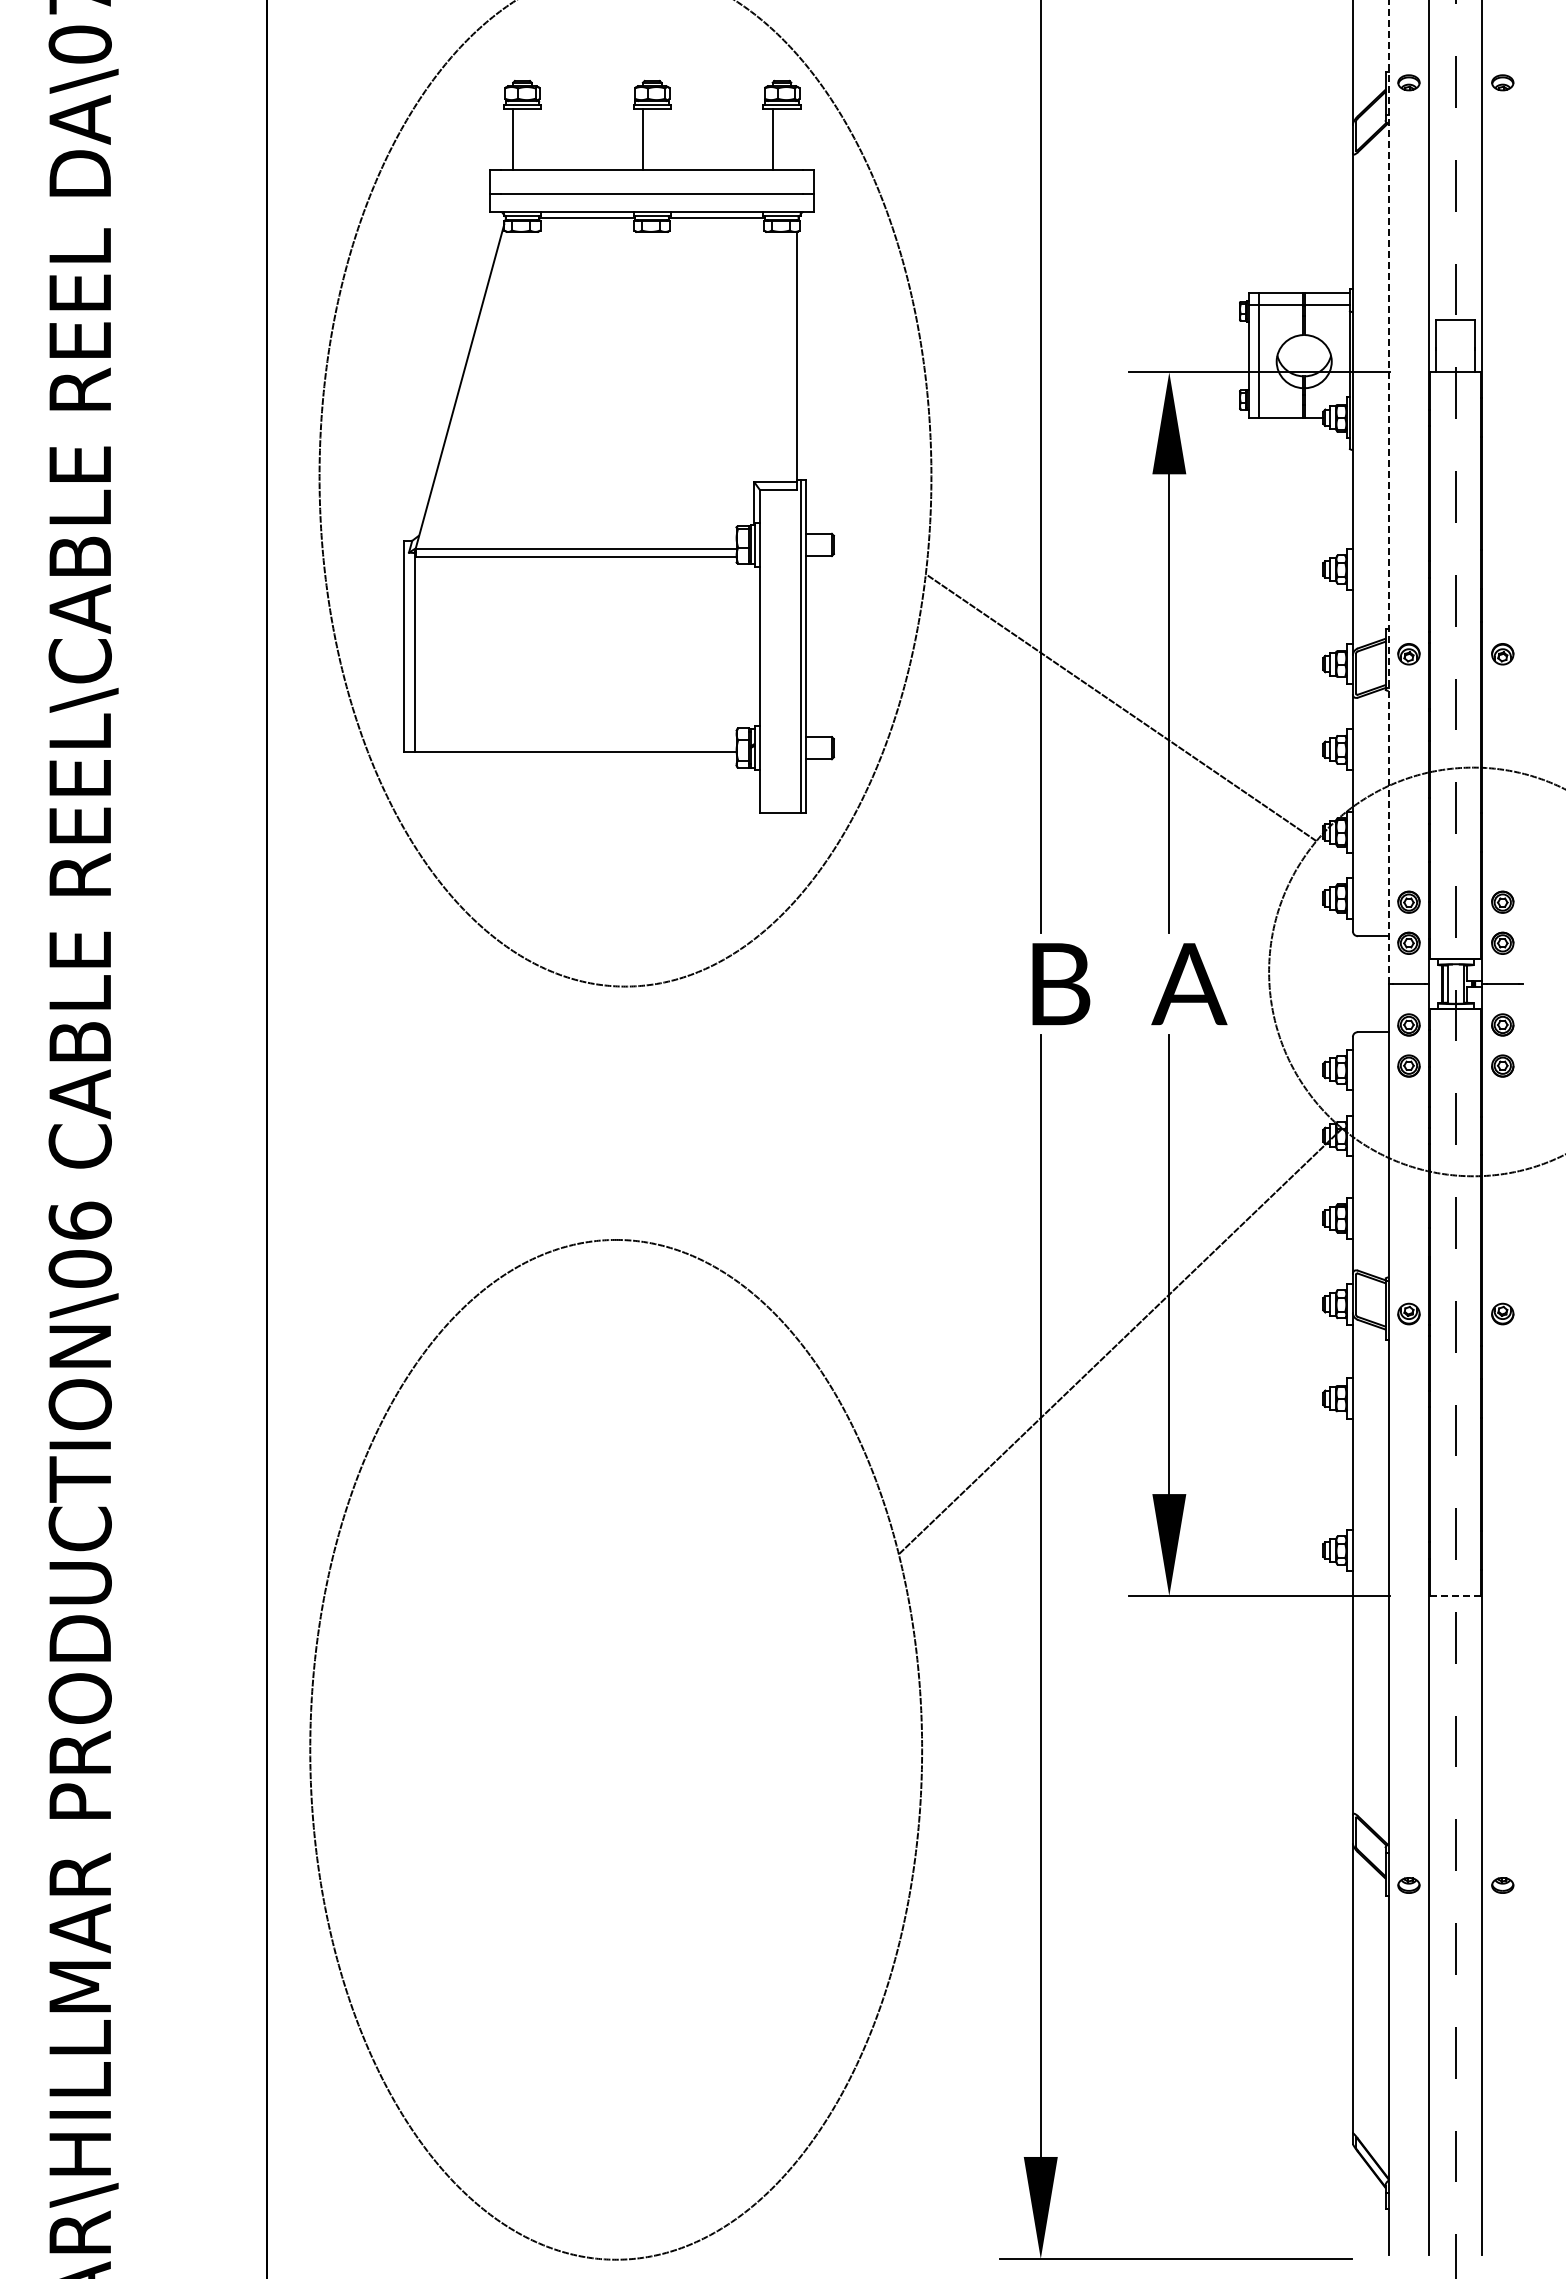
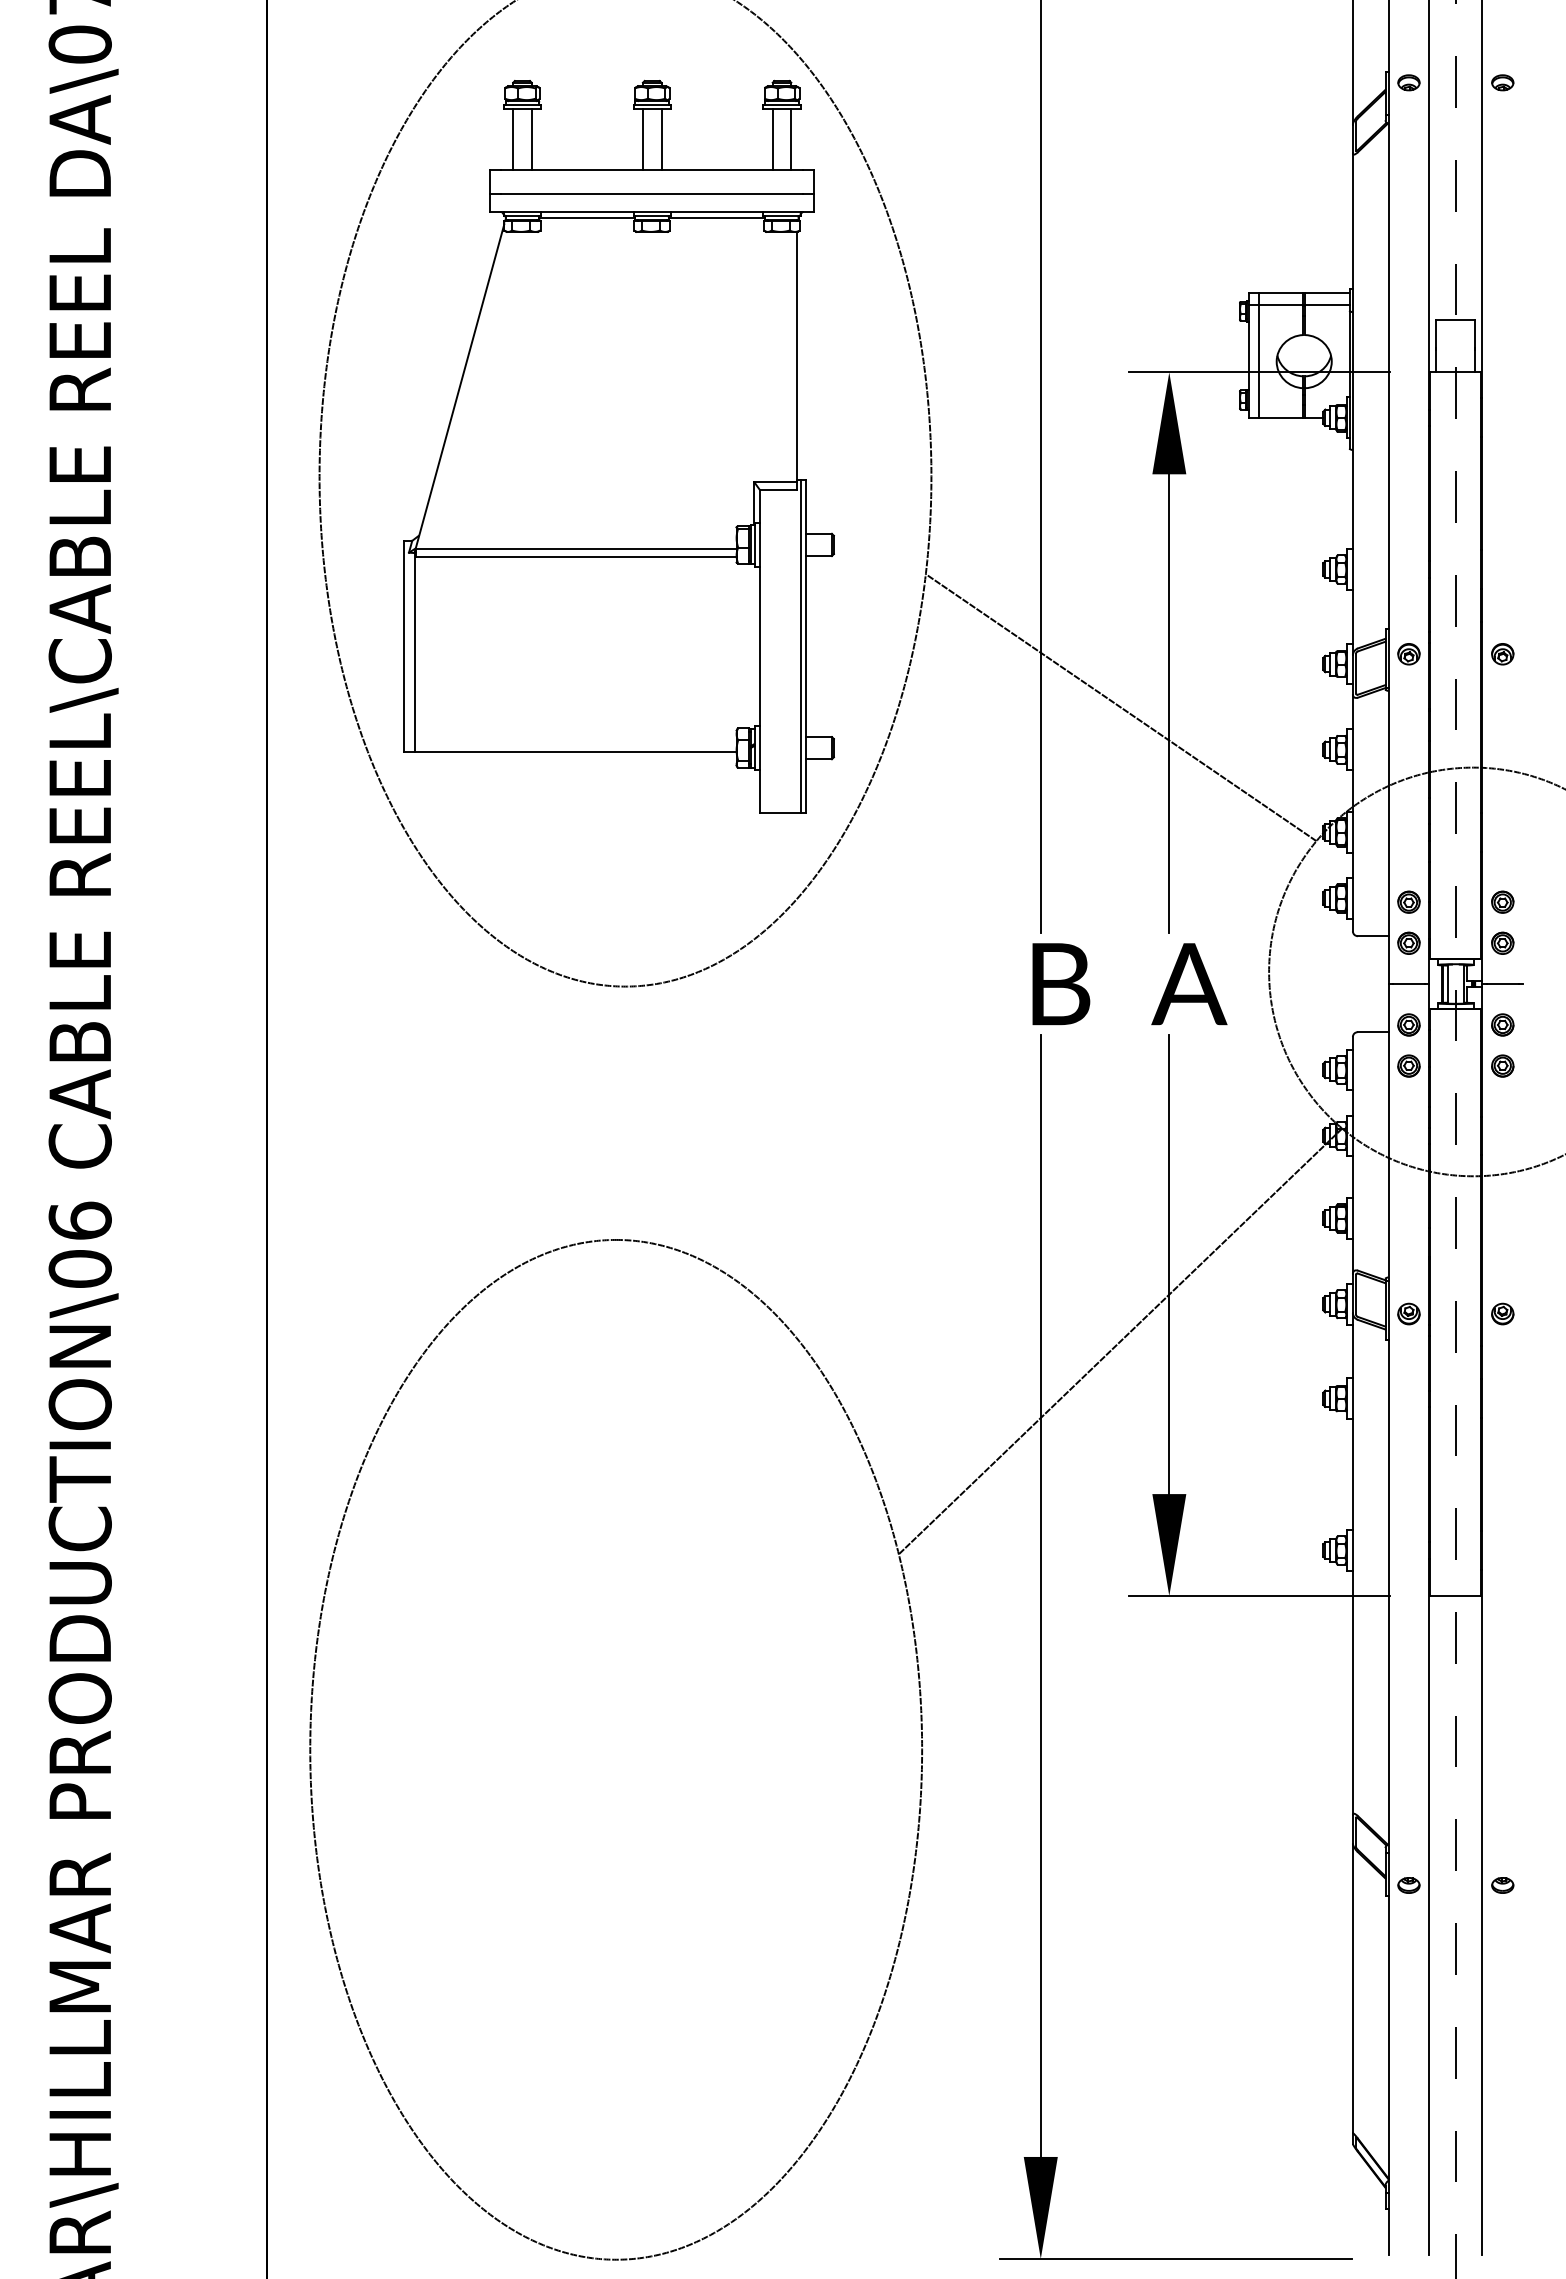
line at (531, 139): none -> present
line at (661, 139): none -> present
line at (791, 139): none -> present
line at (1388, 492): dashed -> solid
line at (1456, 1596): dashed -> solid
